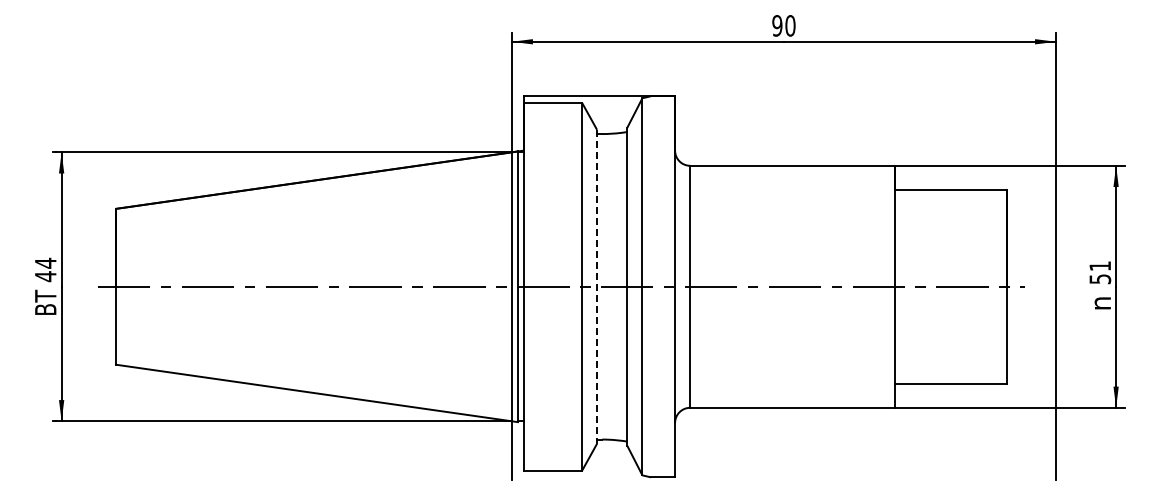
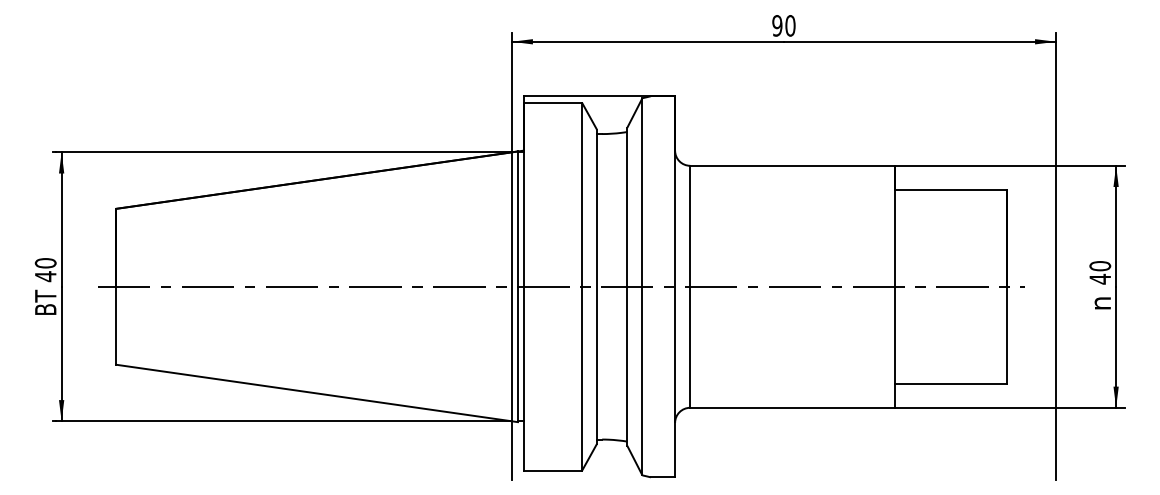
text at (45, 262): 44 -> 40
text at (1100, 272): 51 -> 40
line at (597, 286): dashed -> solid
